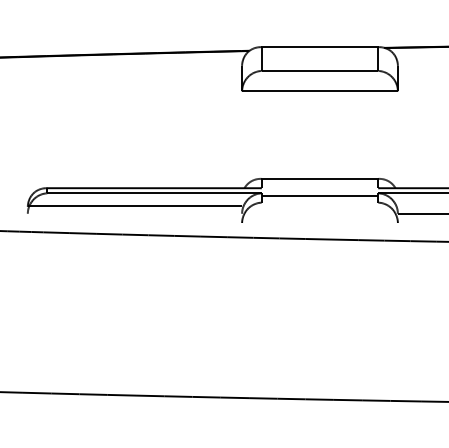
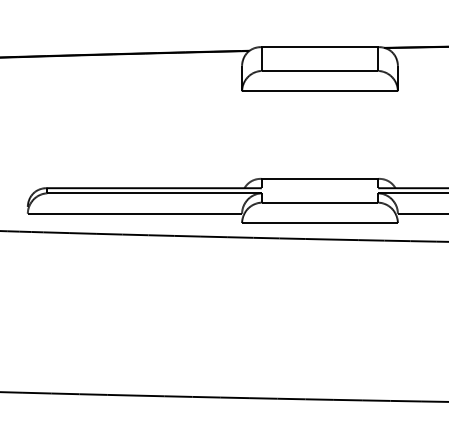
line at (319, 195) position: (319, 195) -> (319, 202)
line at (134, 205) position: (134, 205) -> (134, 213)
line at (319, 222): none -> present
